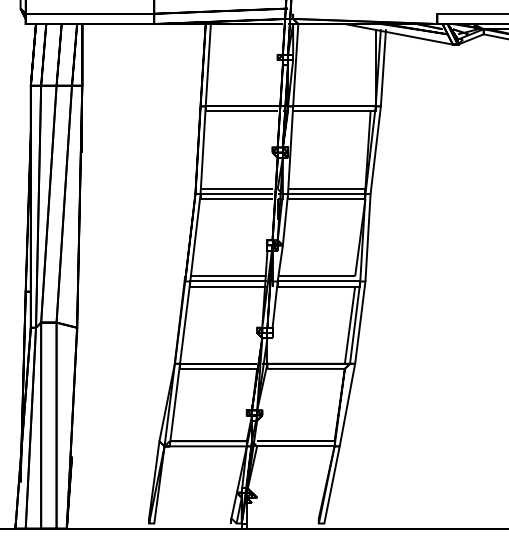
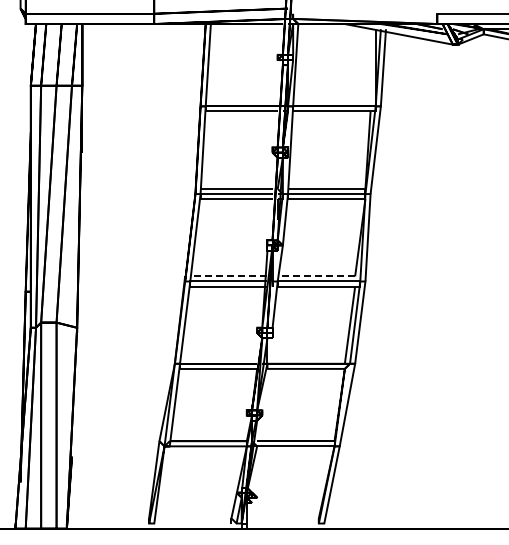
line at (228, 276): solid -> dashed
line at (316, 276): solid -> dashed
